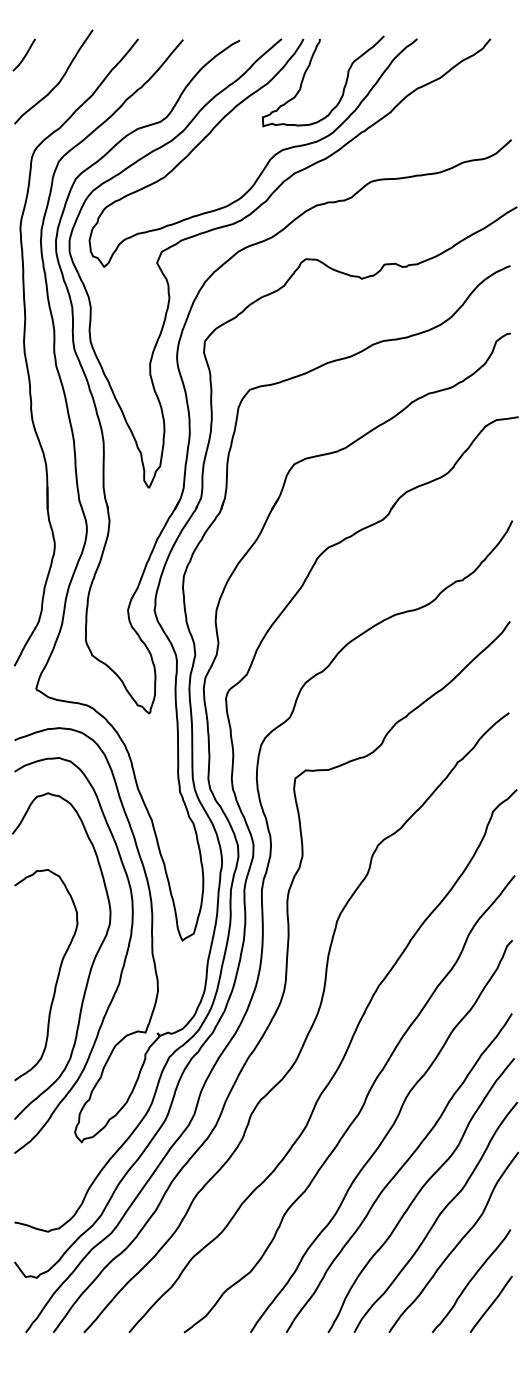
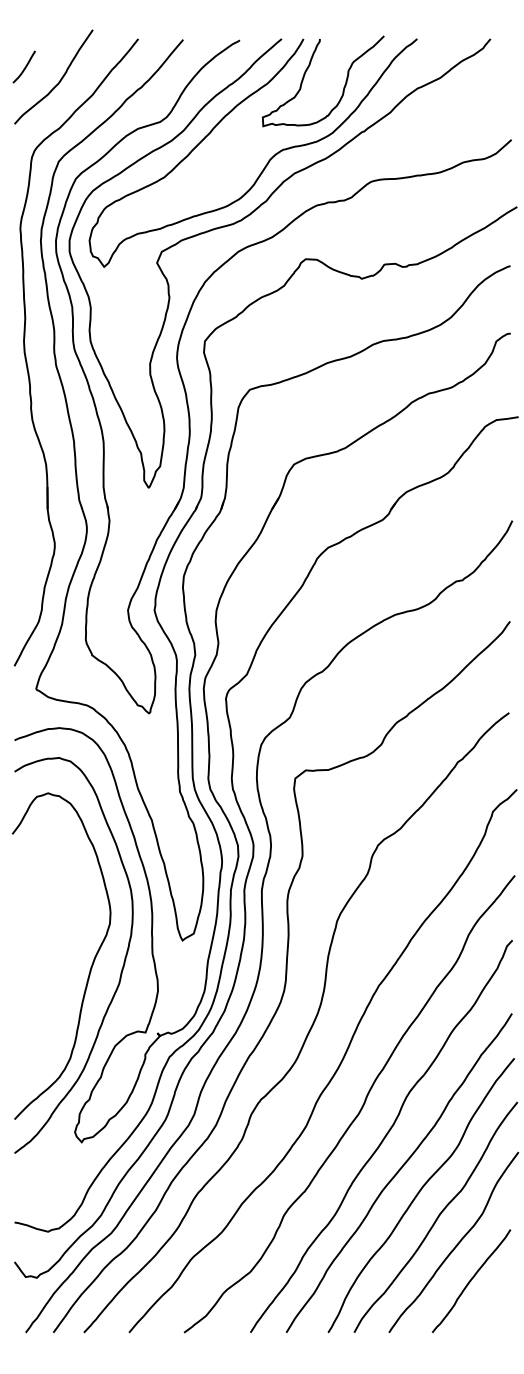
curve at (24, 55) position: (24, 55) -> (24, 67)
curve at (56, 978): present -> none
line at (491, 1303): present -> none
